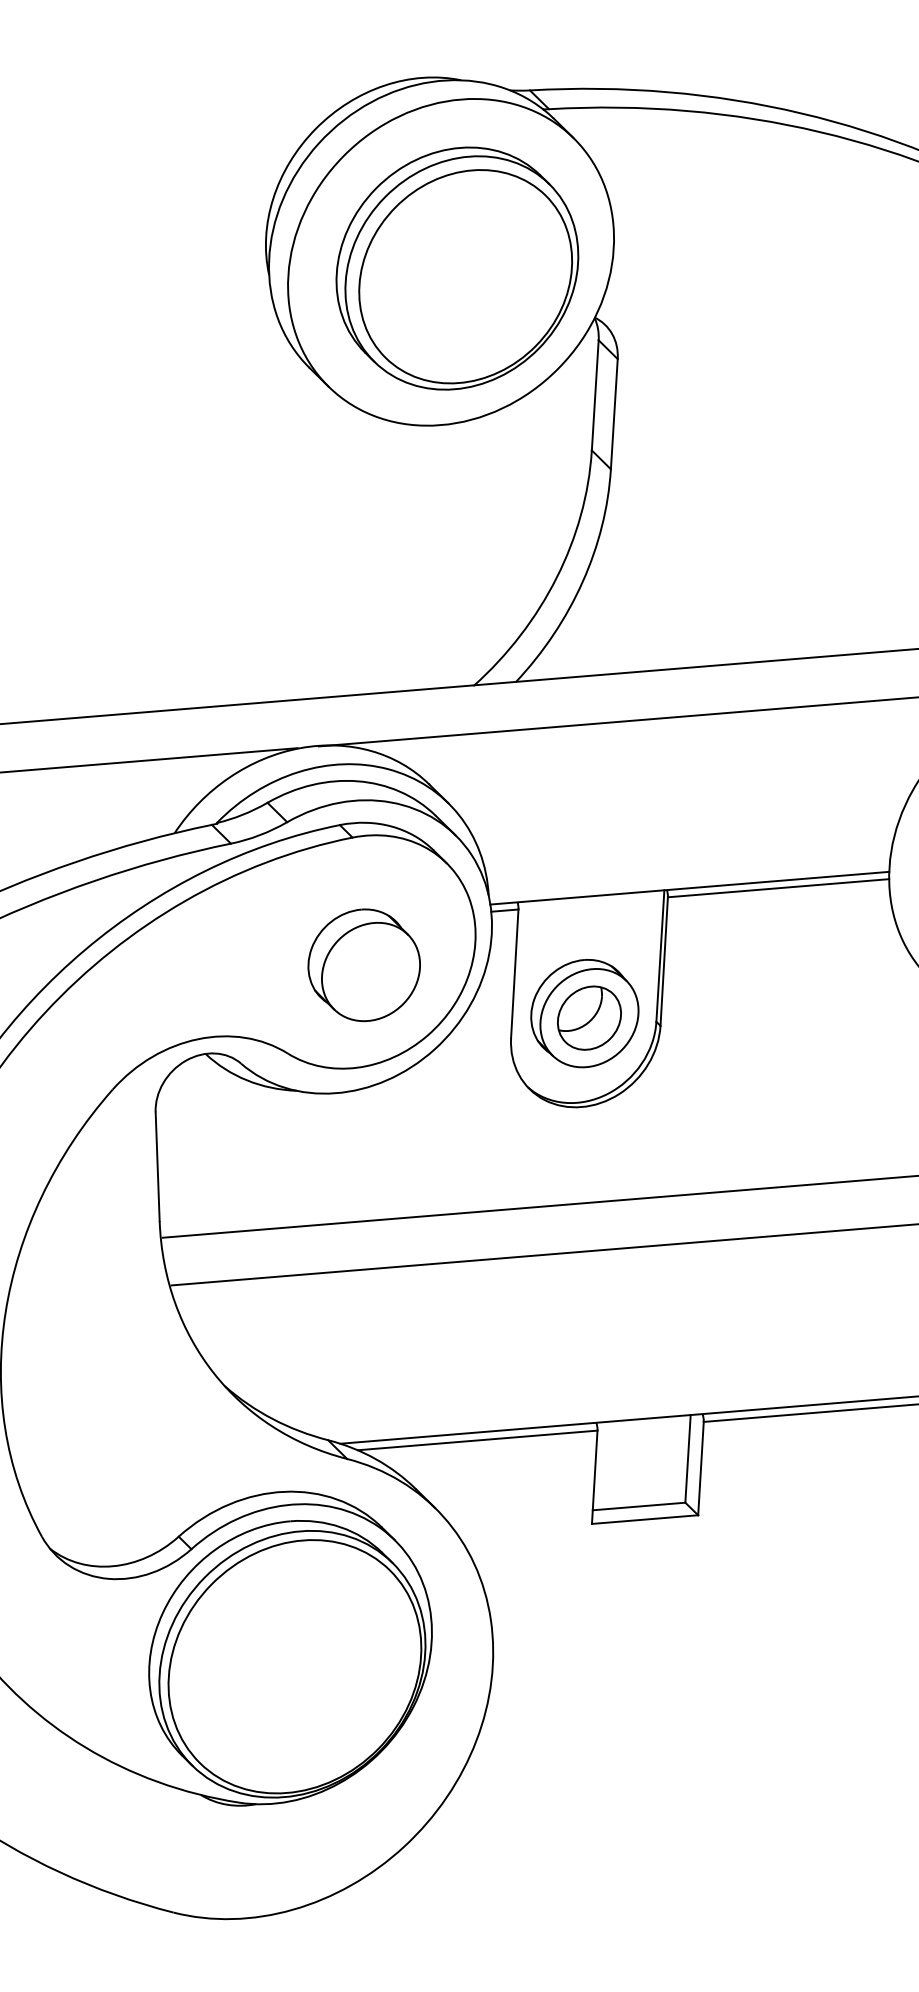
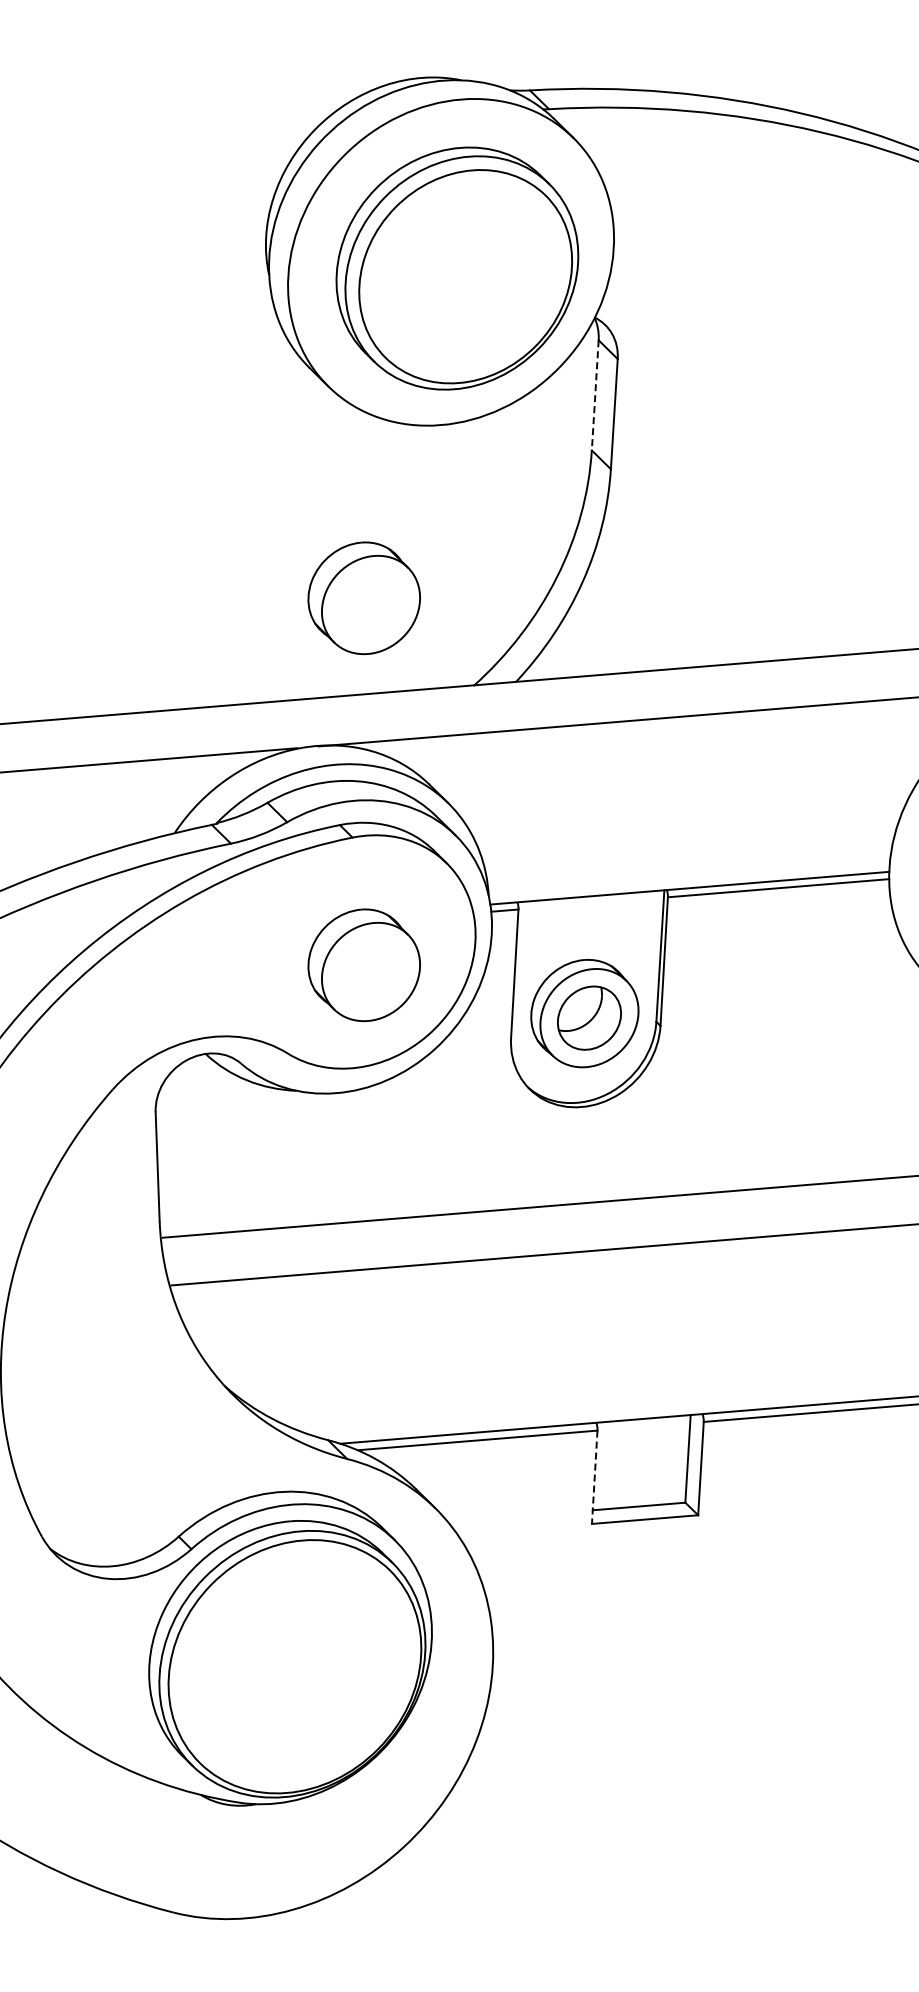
line at (595, 395): solid -> dashed
part at (363, 598): none -> present
line at (594, 1477): solid -> dashed
